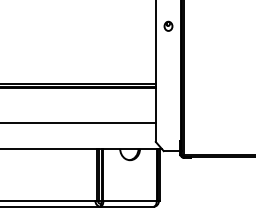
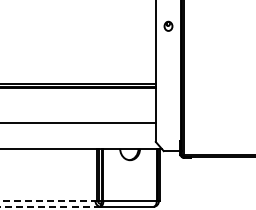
line at (48, 200): solid -> dashed
line at (50, 206): solid -> dashed
